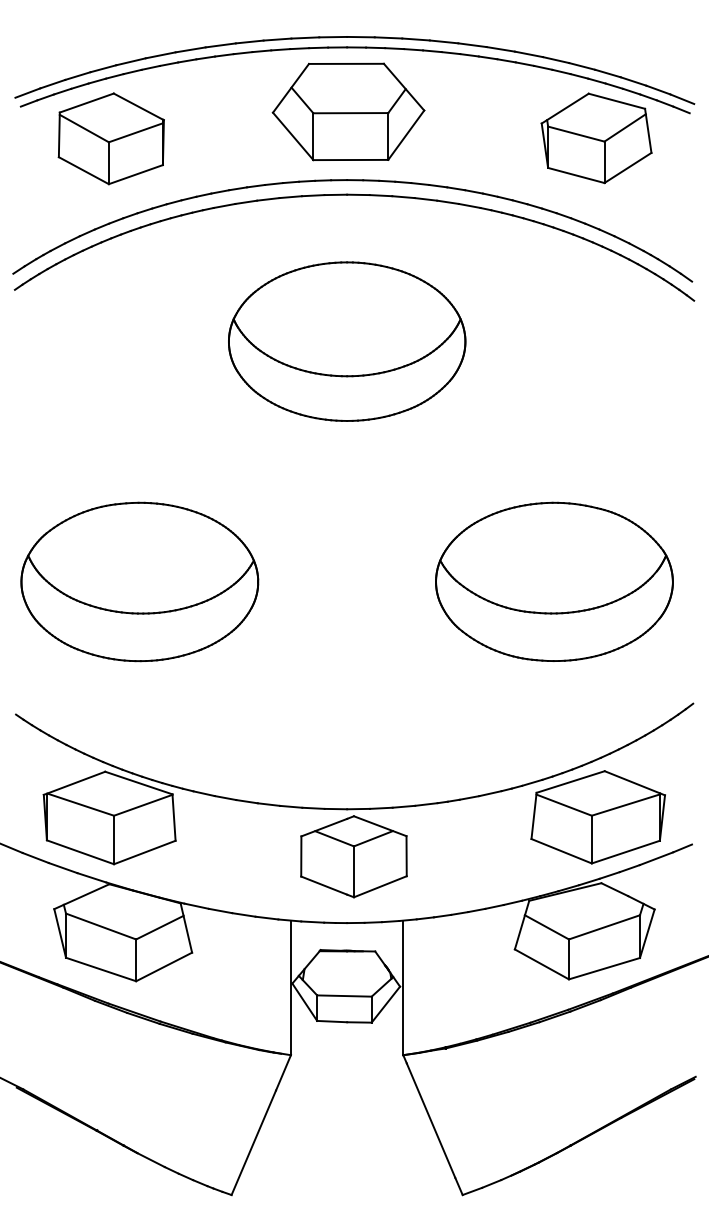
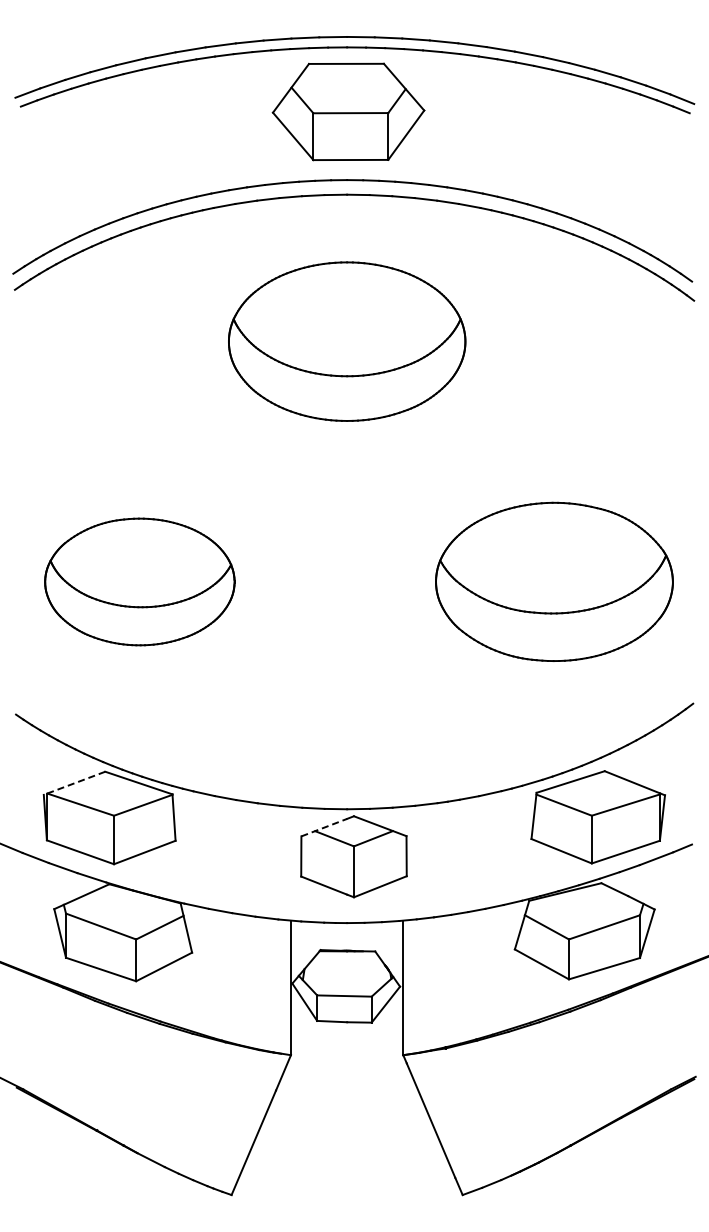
part at (110, 138): present -> none
part at (596, 138): present -> none
part at (139, 581) size: 240x162 px -> 192x130 px
line at (74, 783): solid -> dashed
line at (324, 827): solid -> dashed
